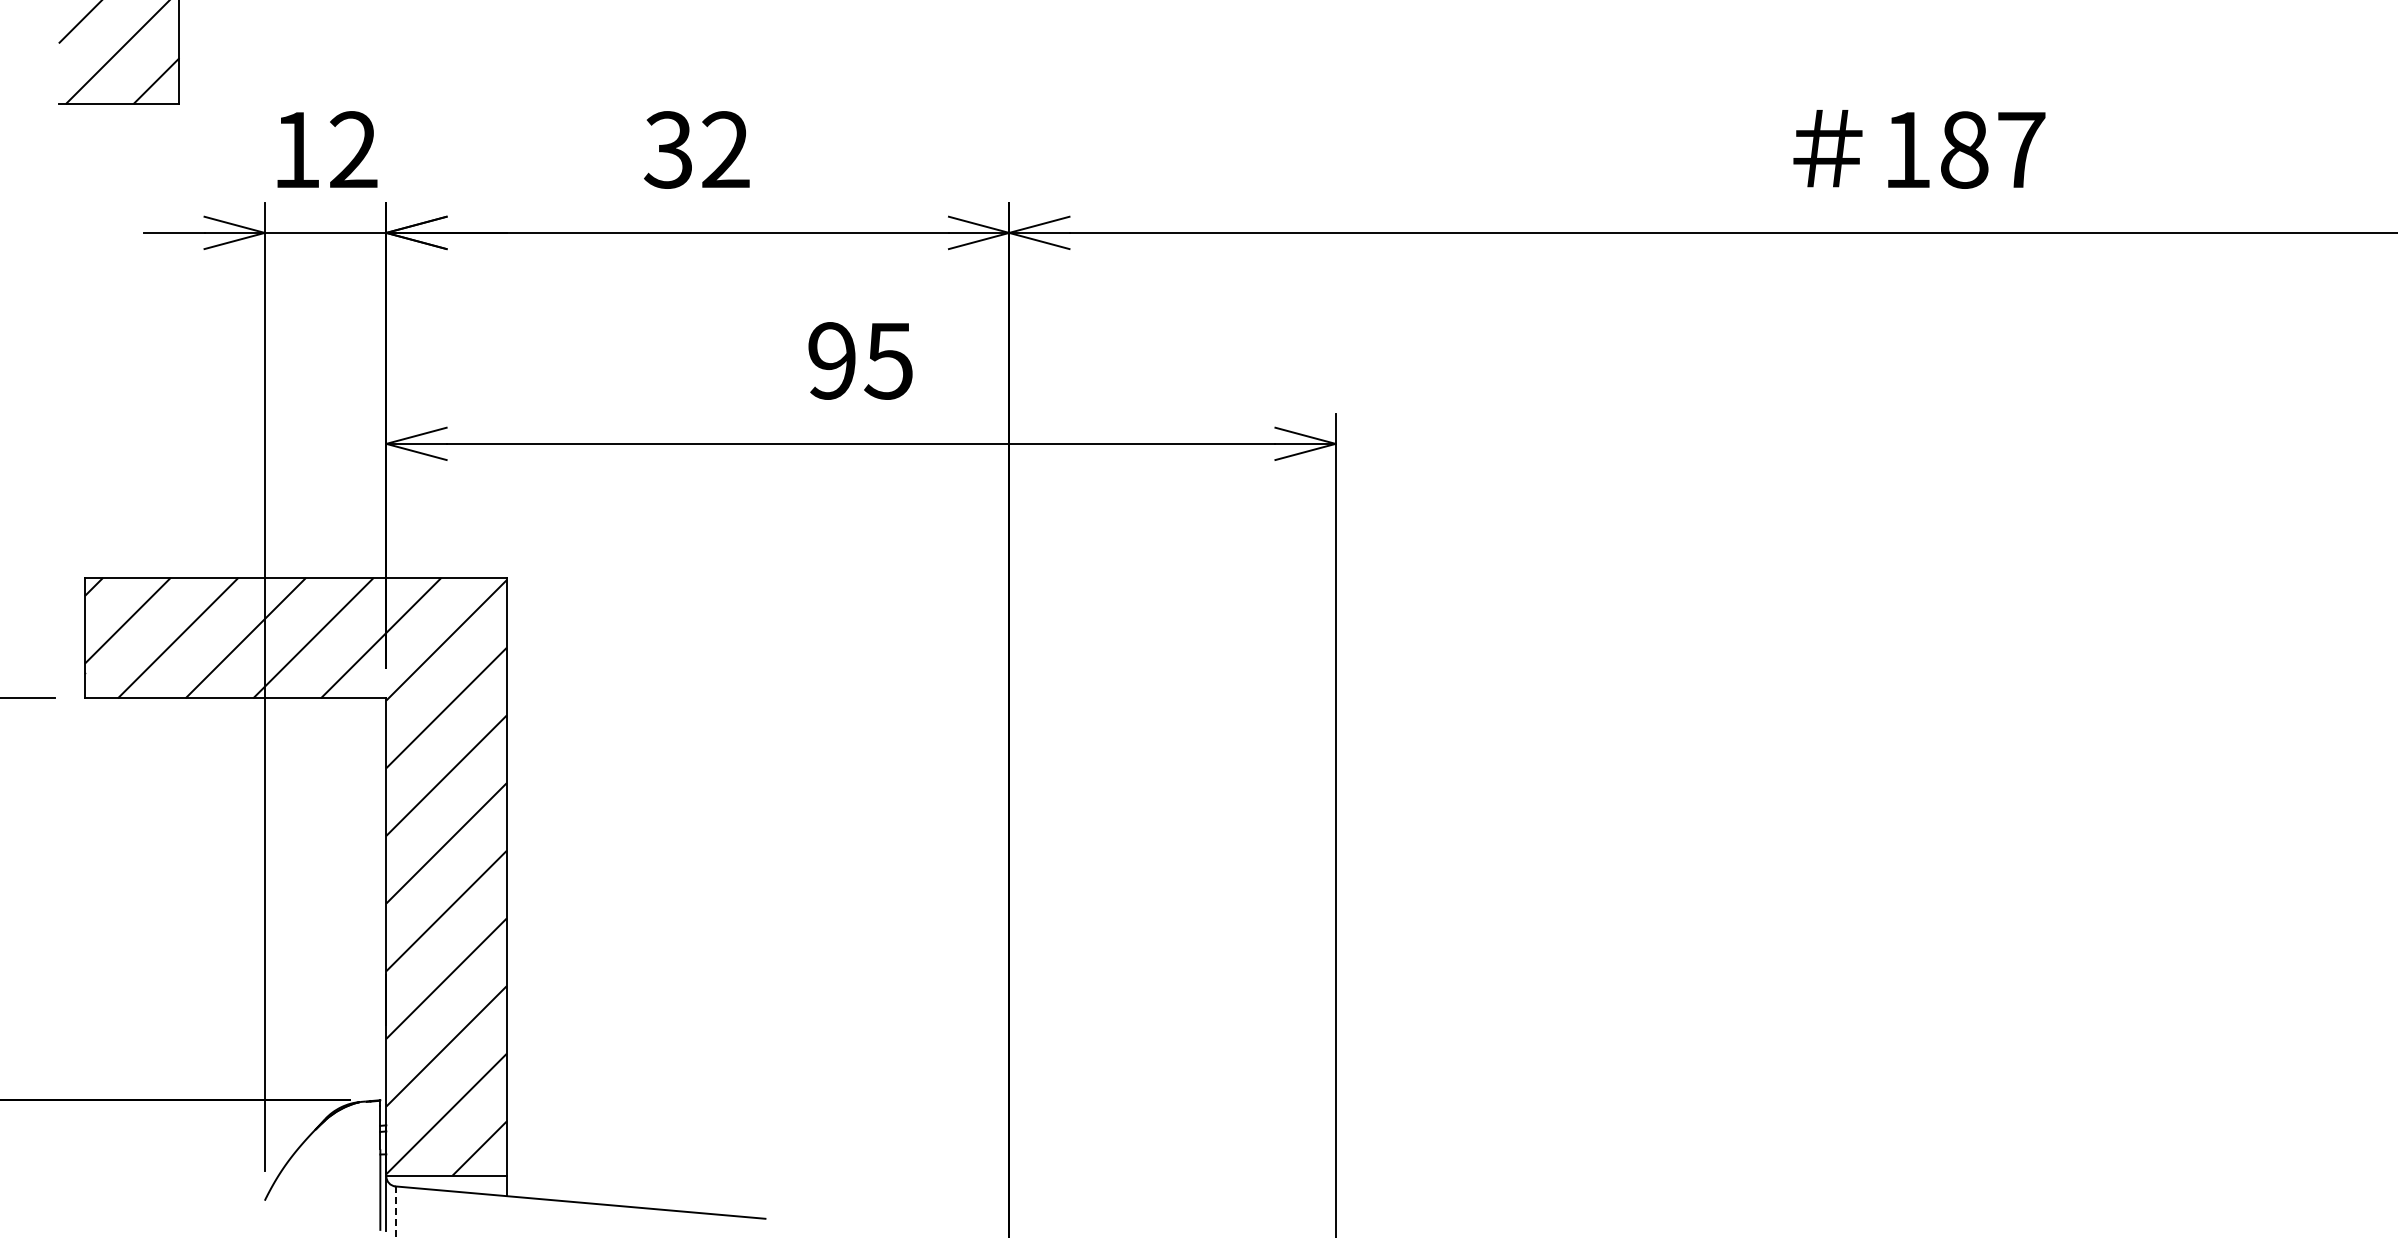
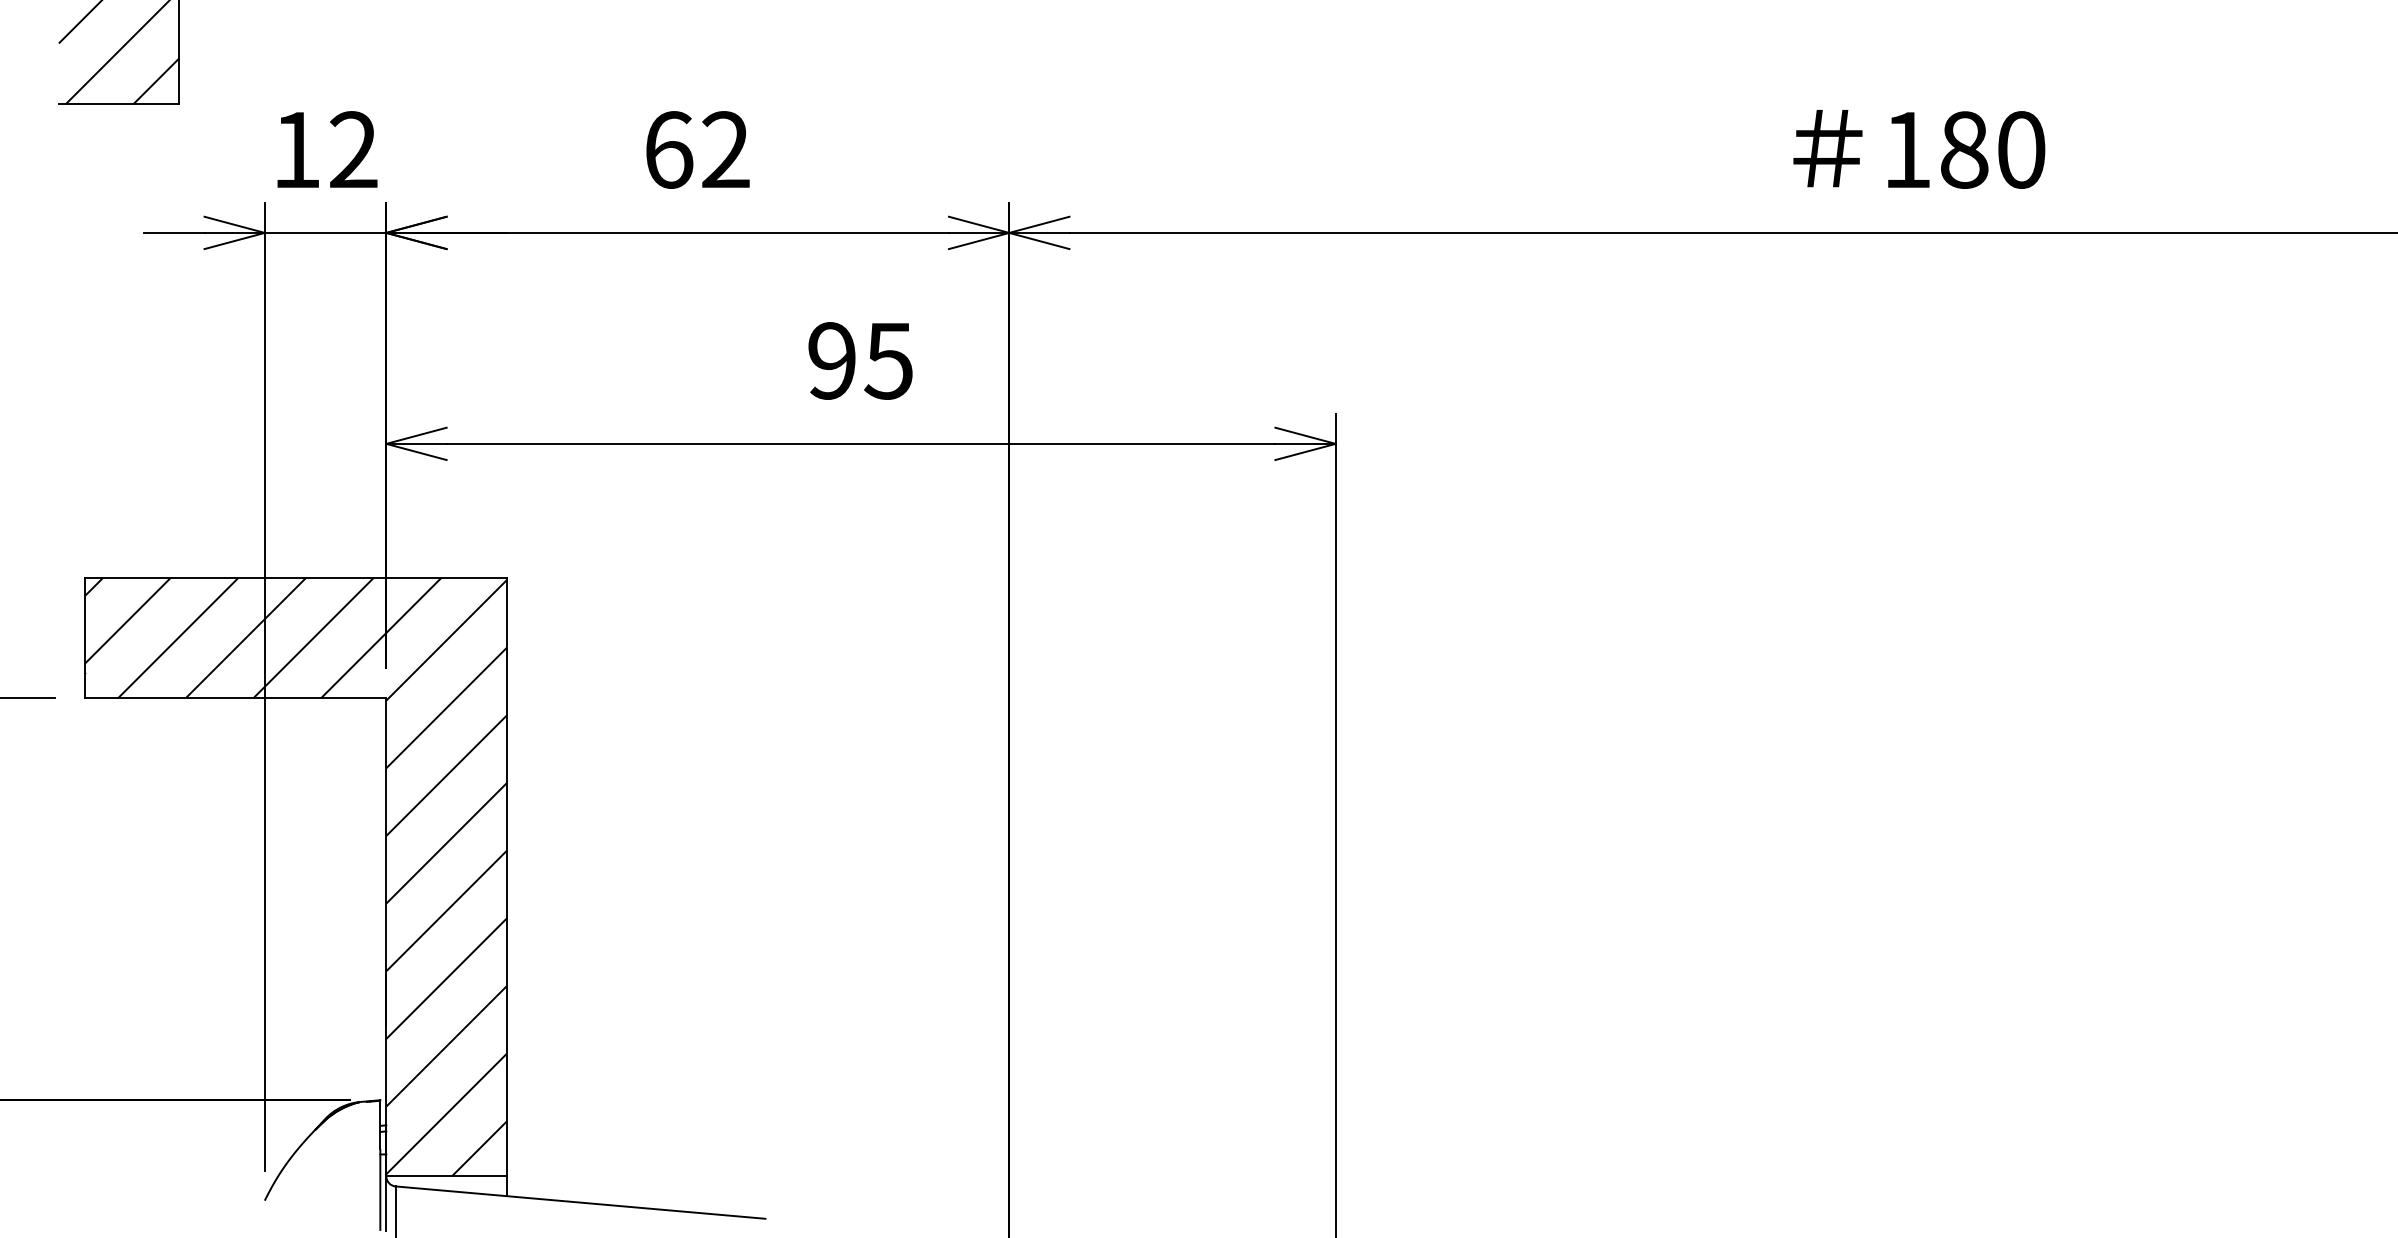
text at (668, 149): 32 -> 62
text at (2021, 149): 187 -> 180
line at (395, 1212): dashed -> solid
